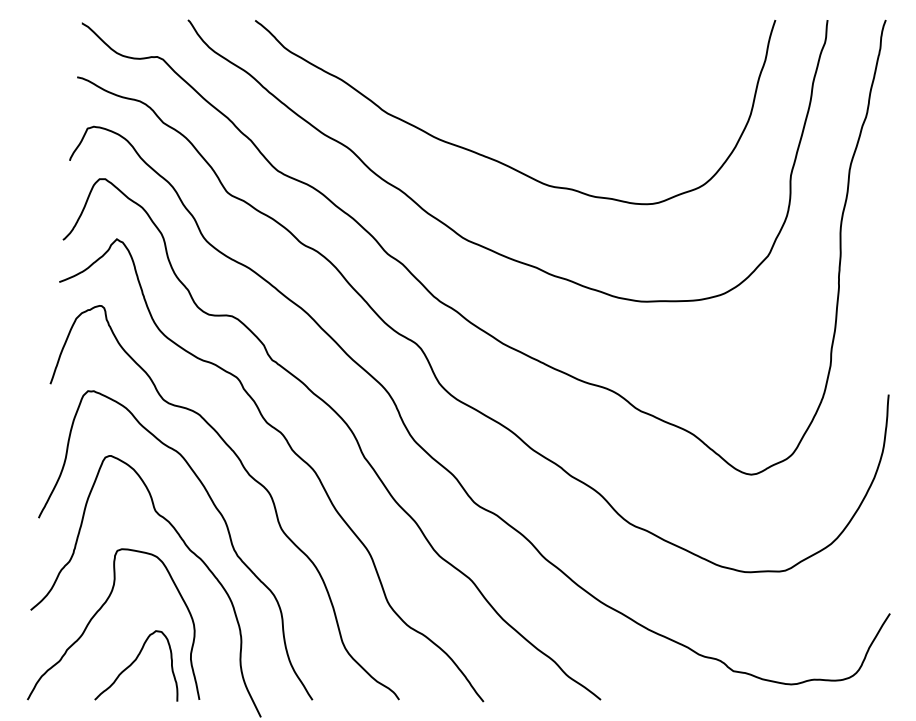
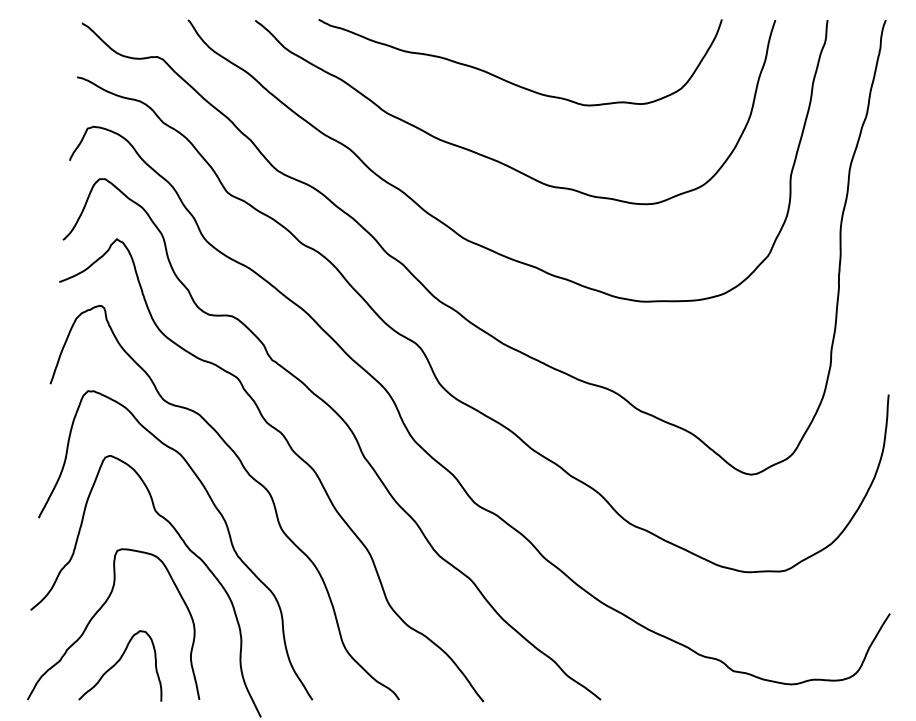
curve at (510, 81): none -> present
curve at (134, 662) position: (134, 662) -> (118, 662)
